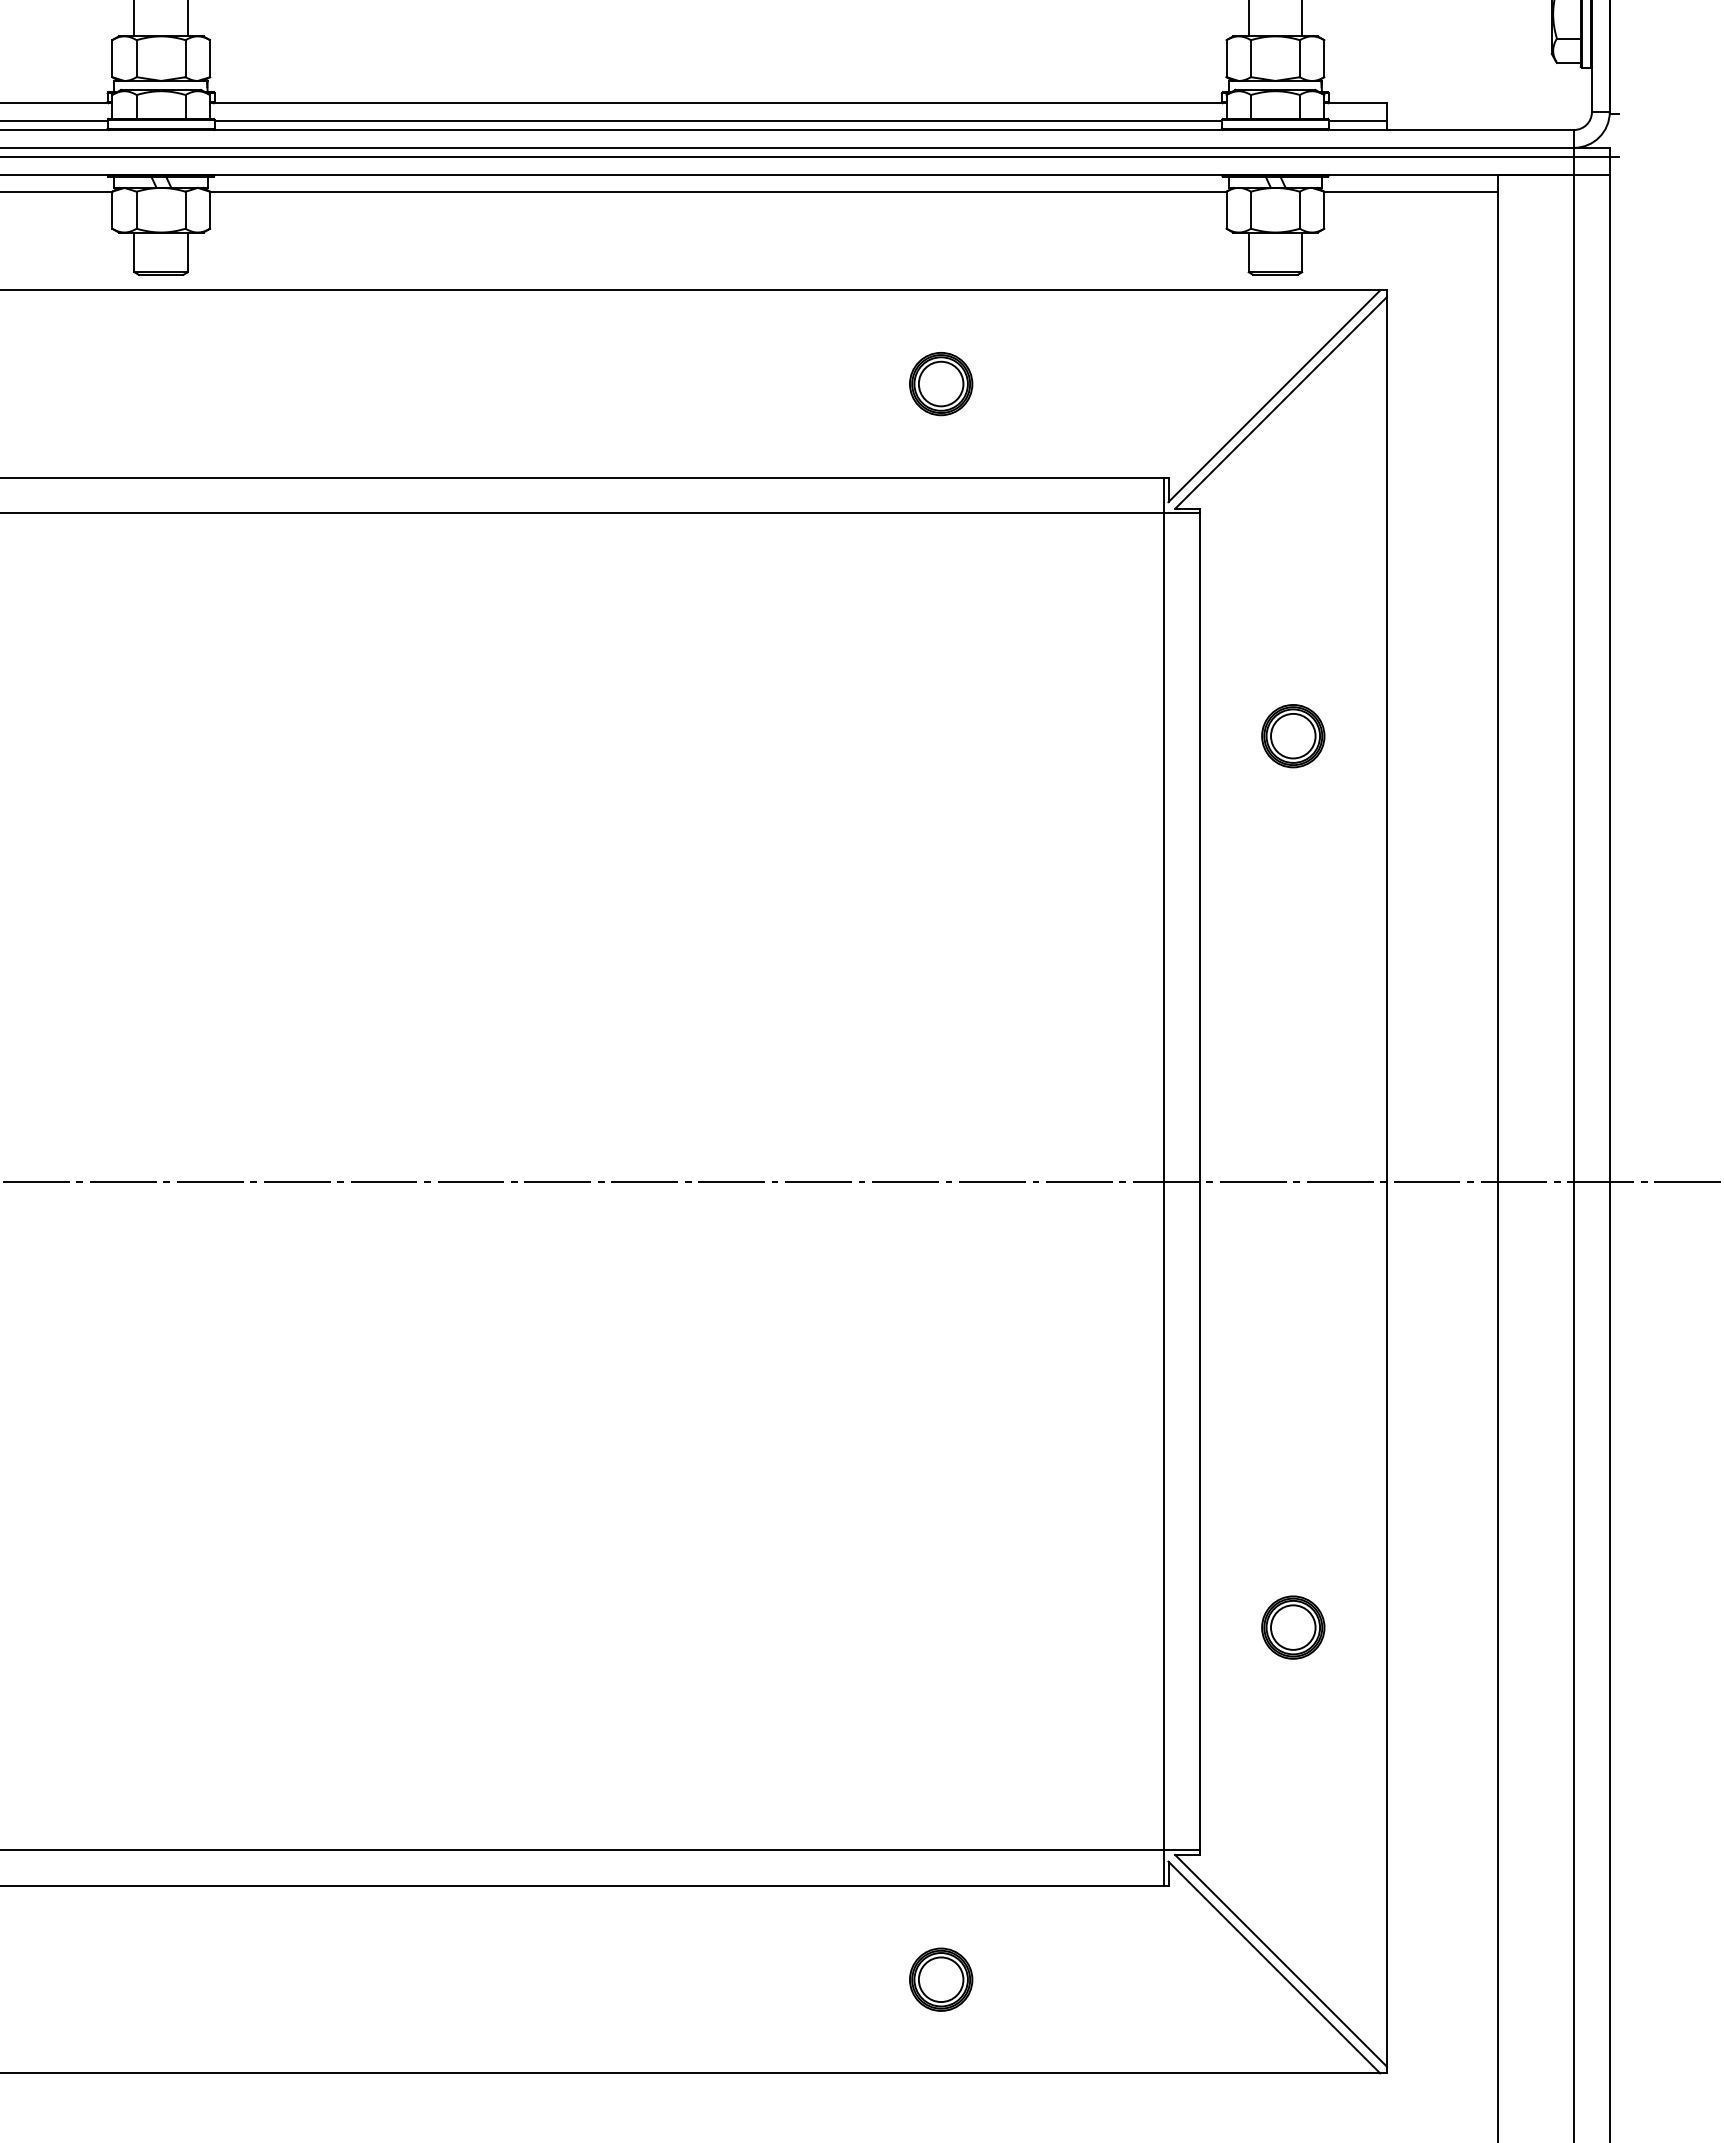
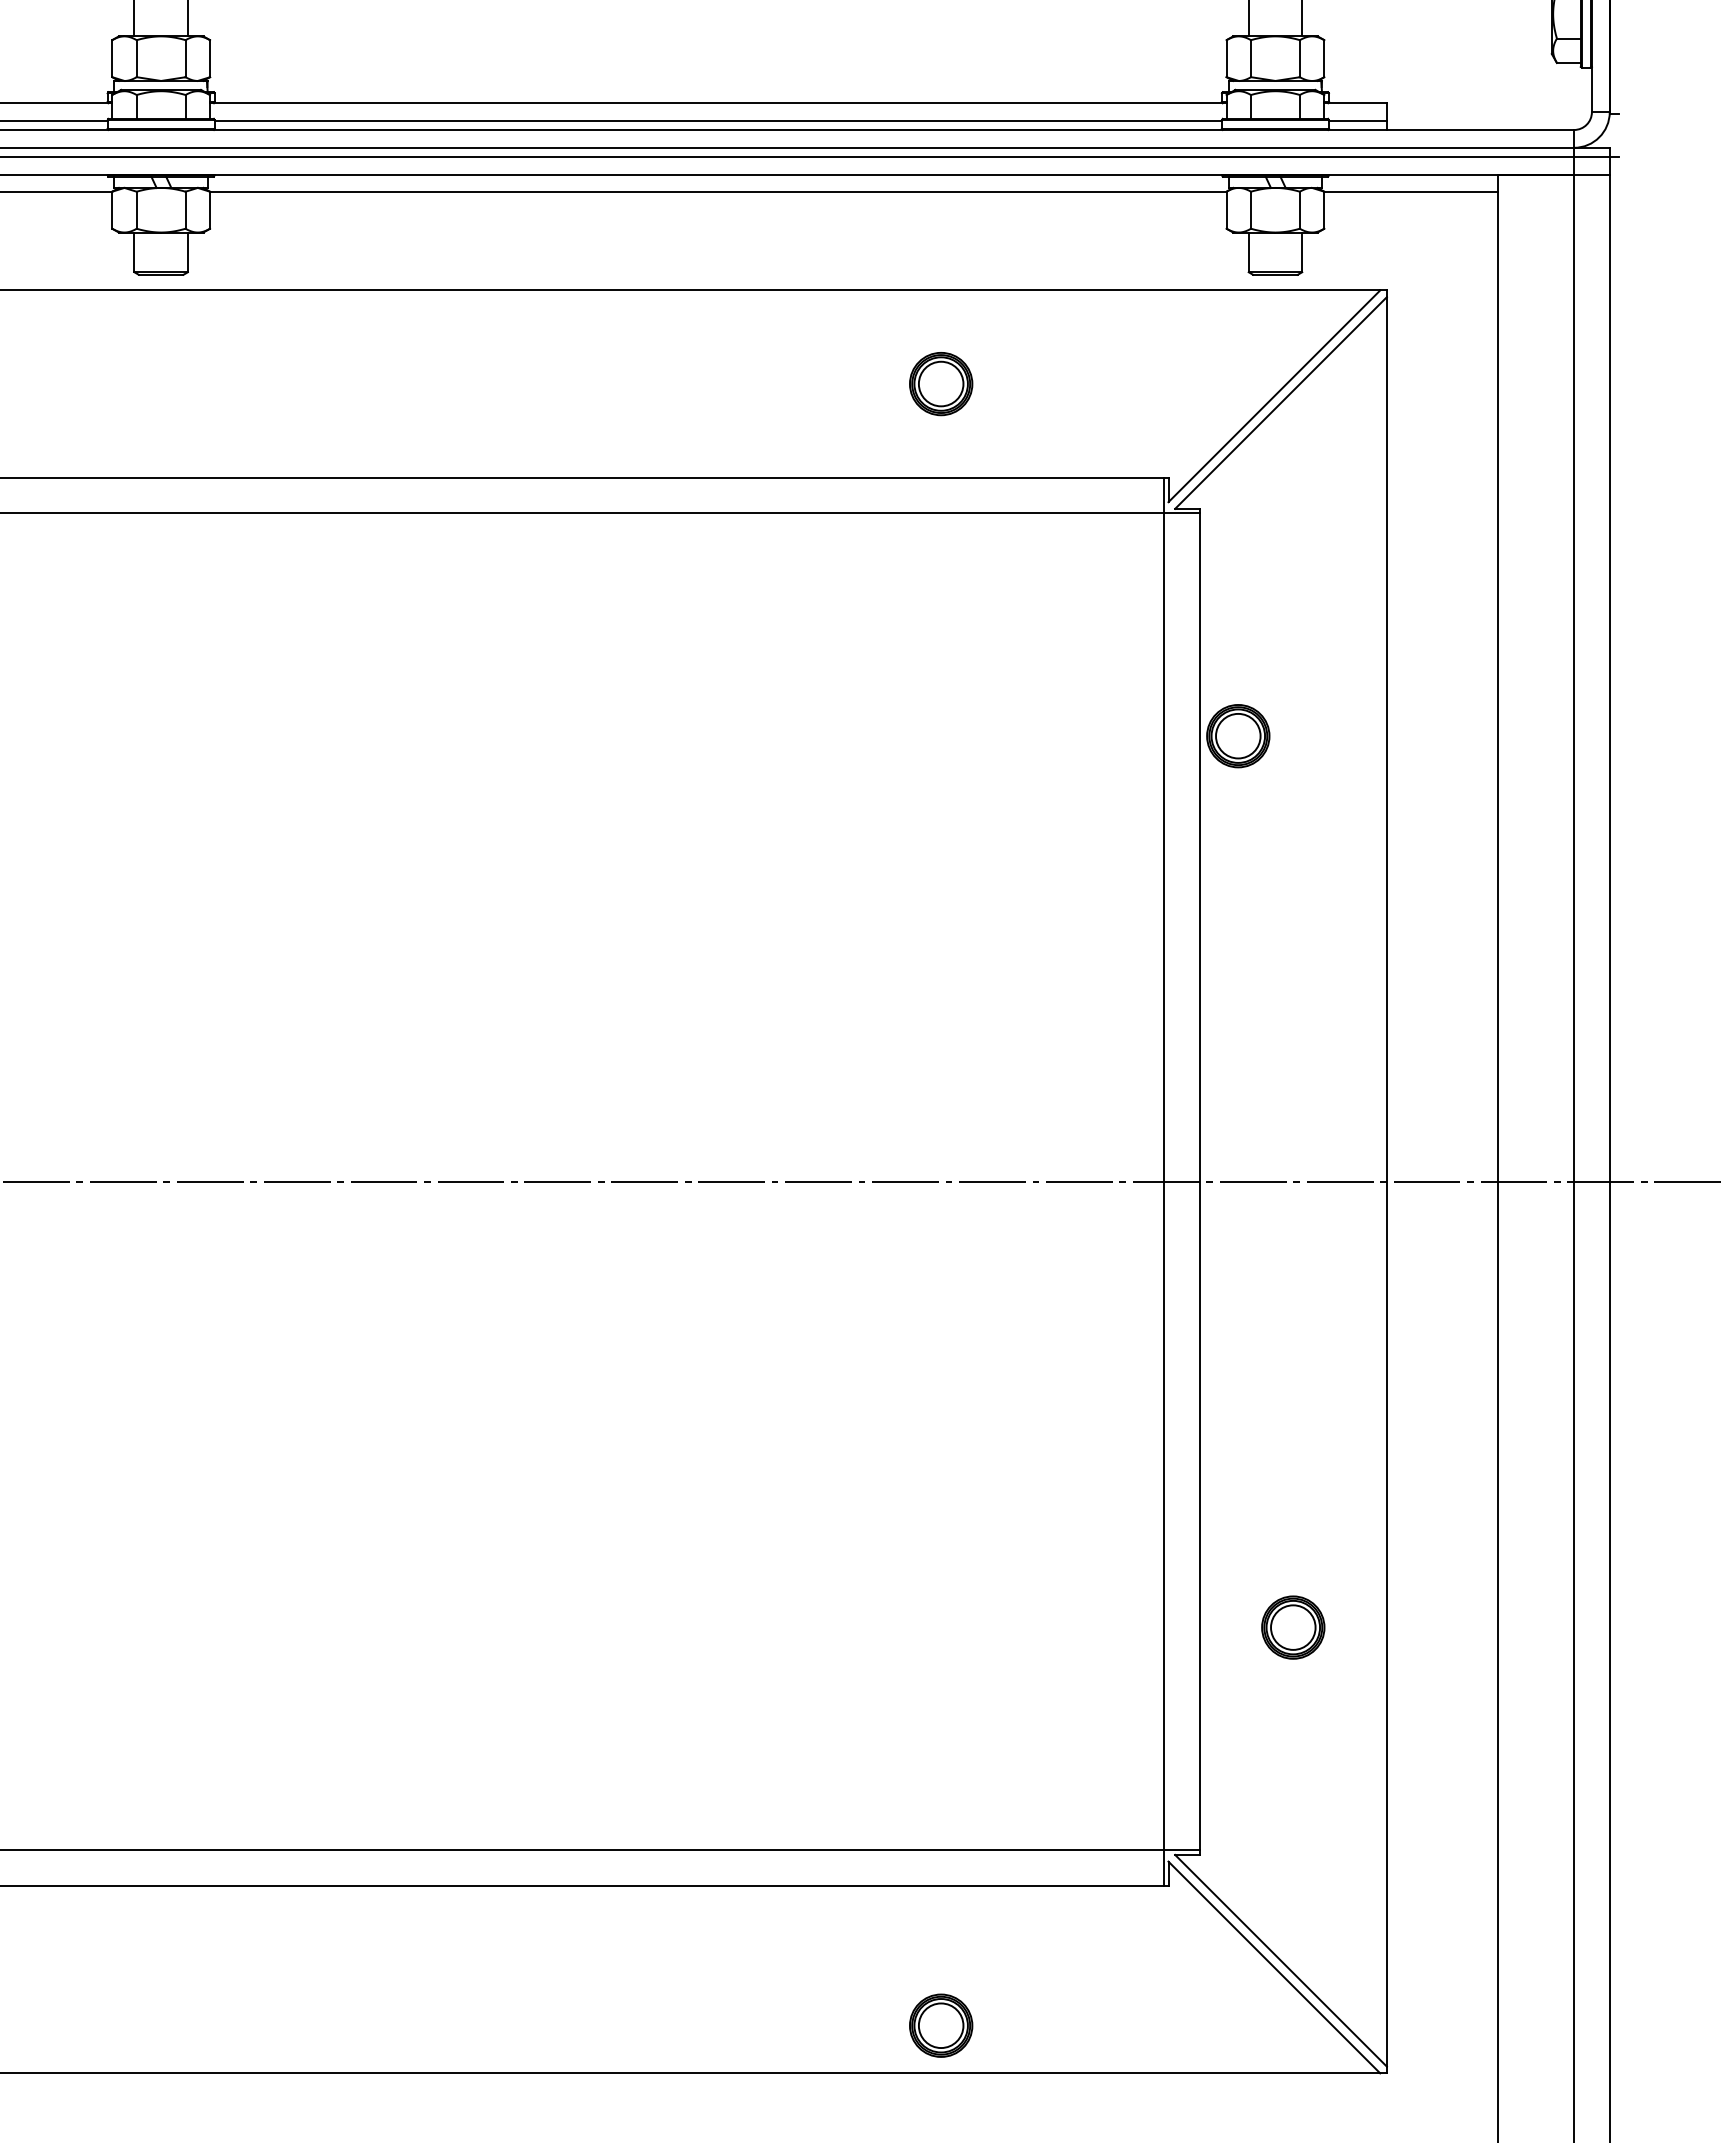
part at (1293, 736) position: (1293, 736) -> (1238, 736)
part at (941, 1979) position: (941, 1979) -> (941, 2025)
